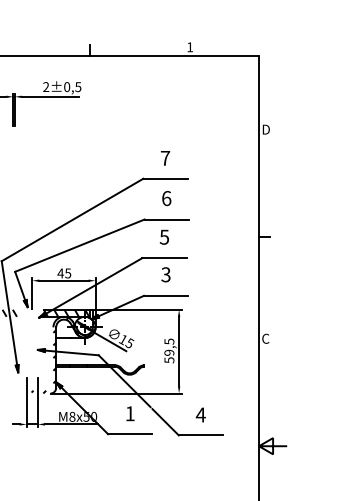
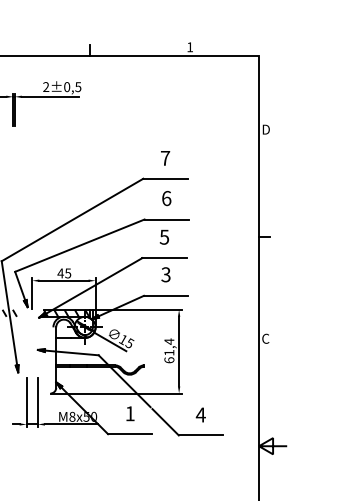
text at (169, 351): 59,5 -> 61,4
hatch at (63, 354): present -> none
